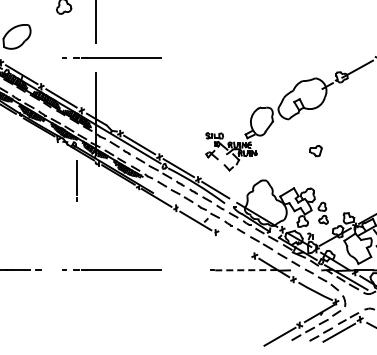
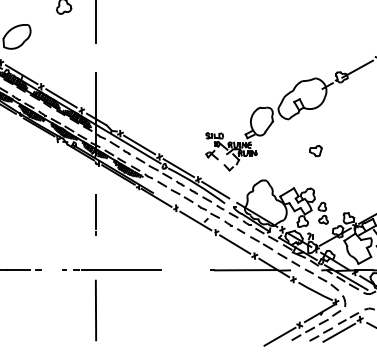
line at (111, 57): present -> none
line at (76, 180) position: (76, 180) -> (95, 214)
line at (235, 244): none -> present
line at (245, 270): dashed -> solid
line at (95, 310): none -> present
